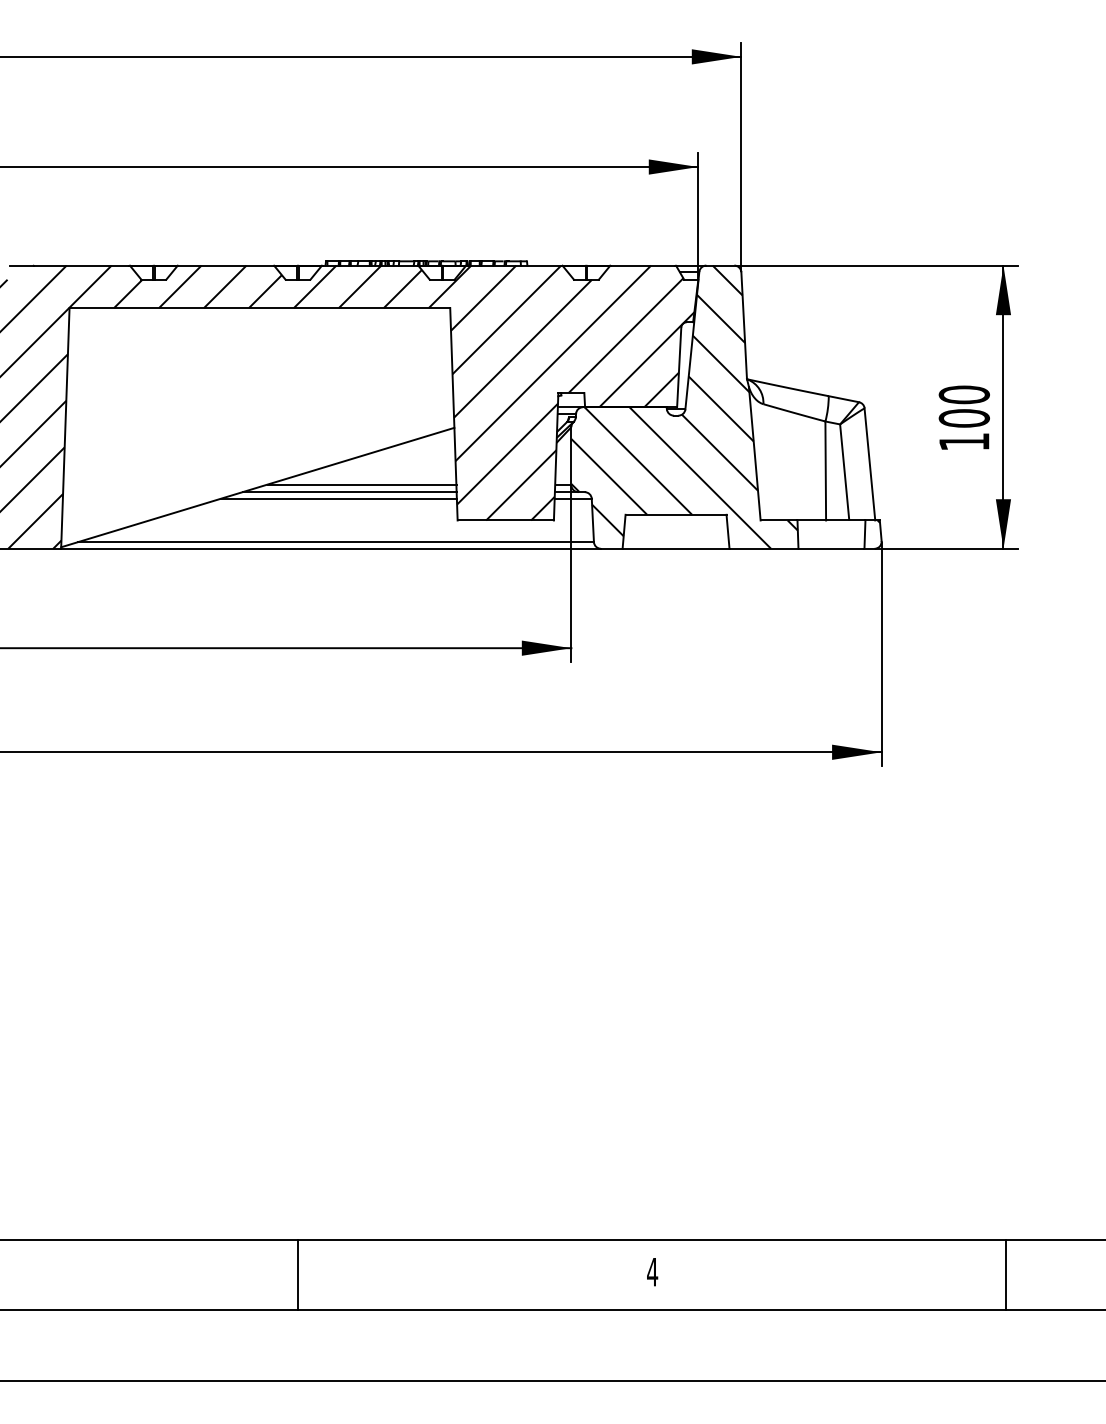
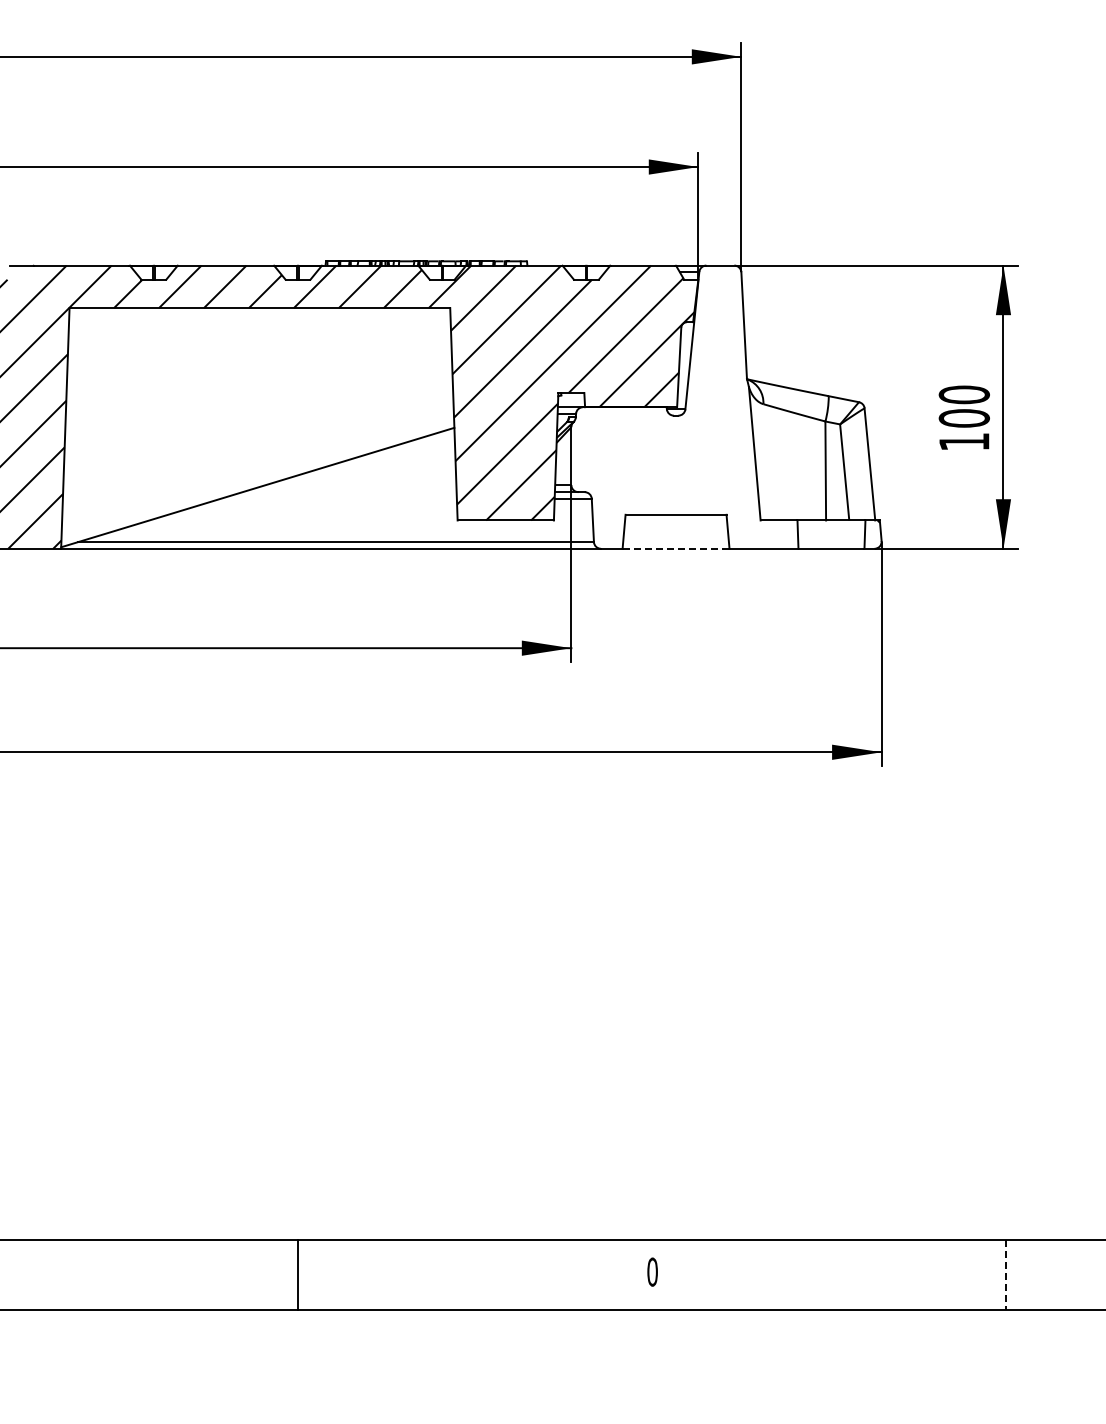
hatch at (684, 406): present -> none
line at (361, 484): present -> none
line at (349, 492): present -> none
line at (338, 498): present -> none
line at (676, 548): solid -> dashed
text at (652, 1271): 4 -> 0
line at (1006, 1275): solid -> dashed
line at (552, 1381): present -> none
